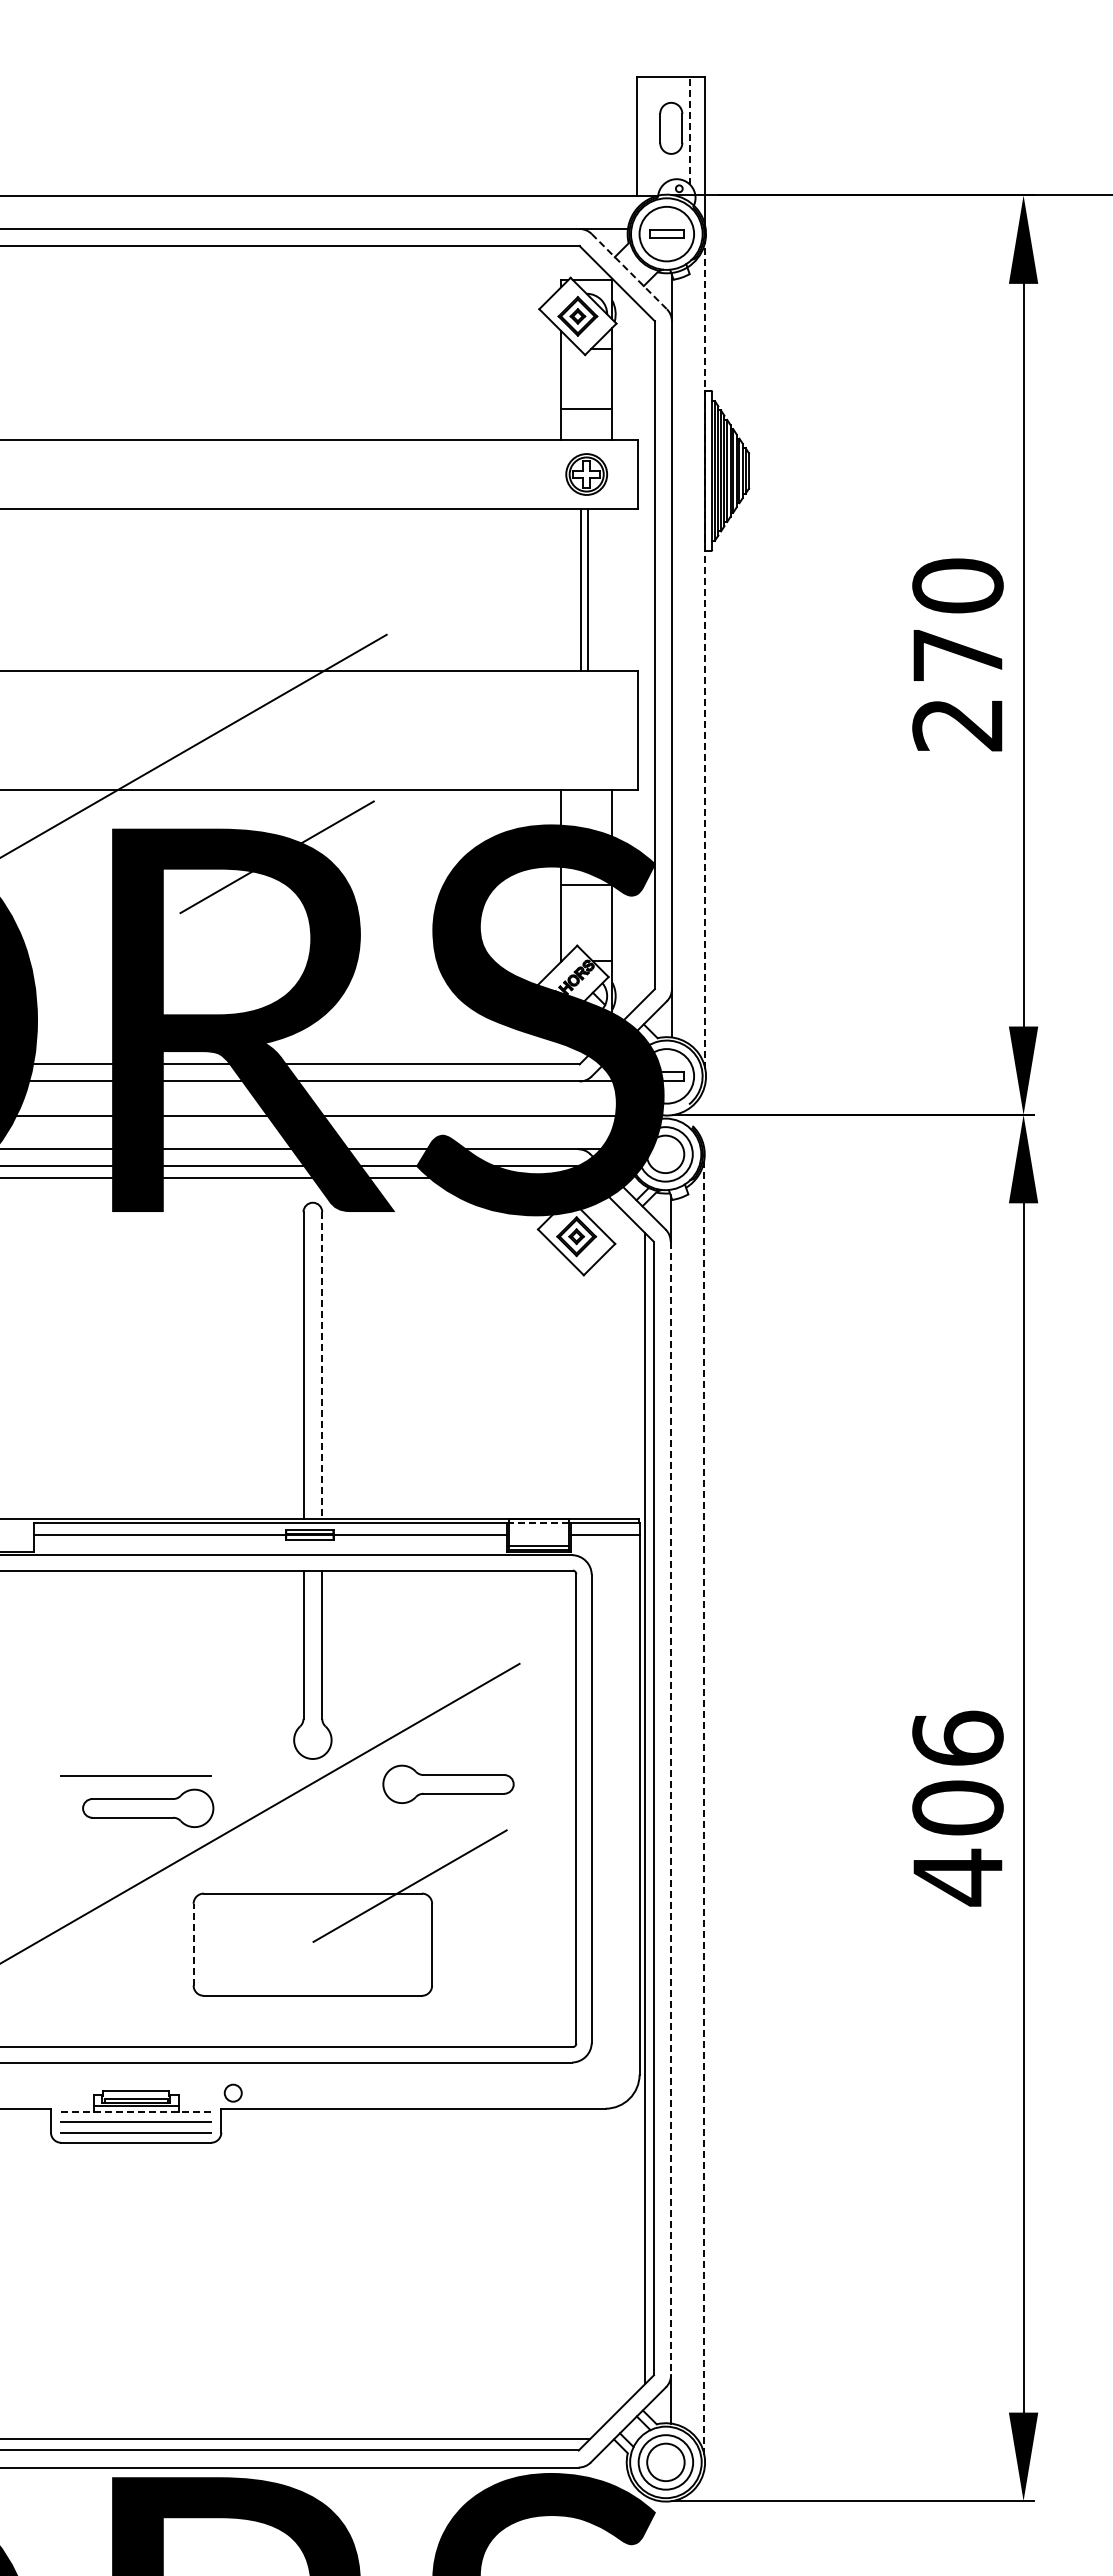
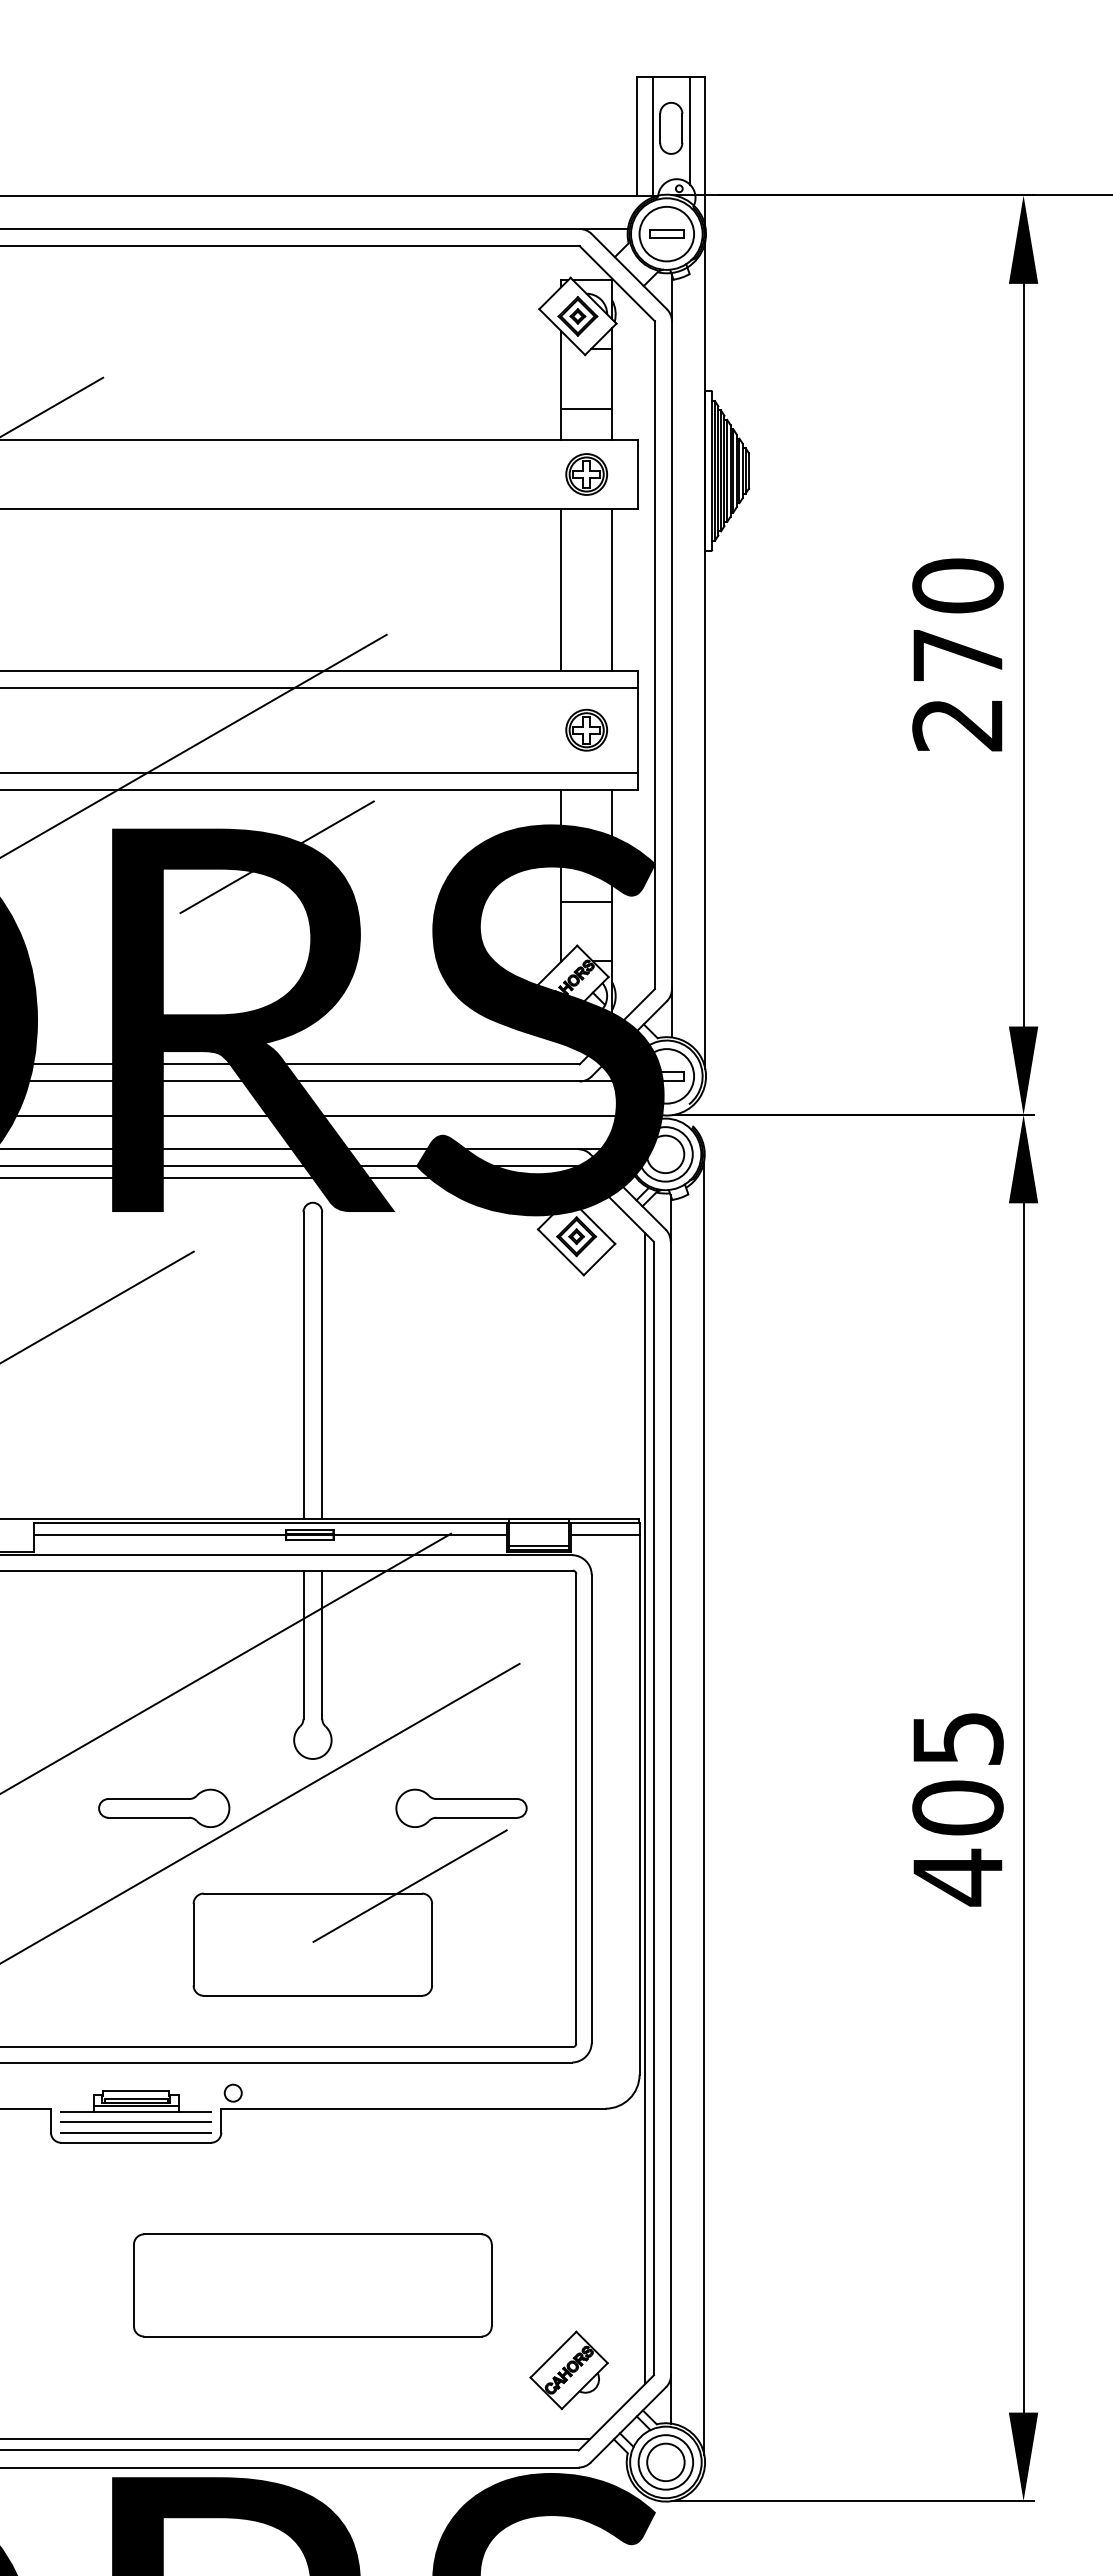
line at (690, 130): dashed -> solid
line at (652, 136): none -> present
line at (629, 271): dashed -> solid
line at (52, 406): none -> present
line at (581, 589) position: (581, 589) -> (561, 589)
line at (588, 589) position: (588, 589) -> (612, 589)
line at (705, 655): dashed -> solid
line at (319, 687): none -> present
part at (586, 729): none -> present
line at (319, 772): none -> present
line at (586, 884) position: (586, 884) -> (586, 901)
line at (97, 1306): none -> present
line at (322, 1365): dashed -> solid
line at (538, 1523): dashed -> solid
line at (226, 1662): none -> present
text at (957, 1737): 406 -> 405
line at (135, 1775): present -> none
part at (448, 1783) position: (448, 1783) -> (461, 1807)
part at (148, 1807) position: (148, 1807) -> (164, 1807)
line at (704, 1807): dashed -> solid
line at (670, 1808): dashed -> solid
line at (193, 1944): dashed -> solid
line at (136, 2112): dashed -> solid
part at (312, 2285): none -> present
part at (568, 2370): none -> present
